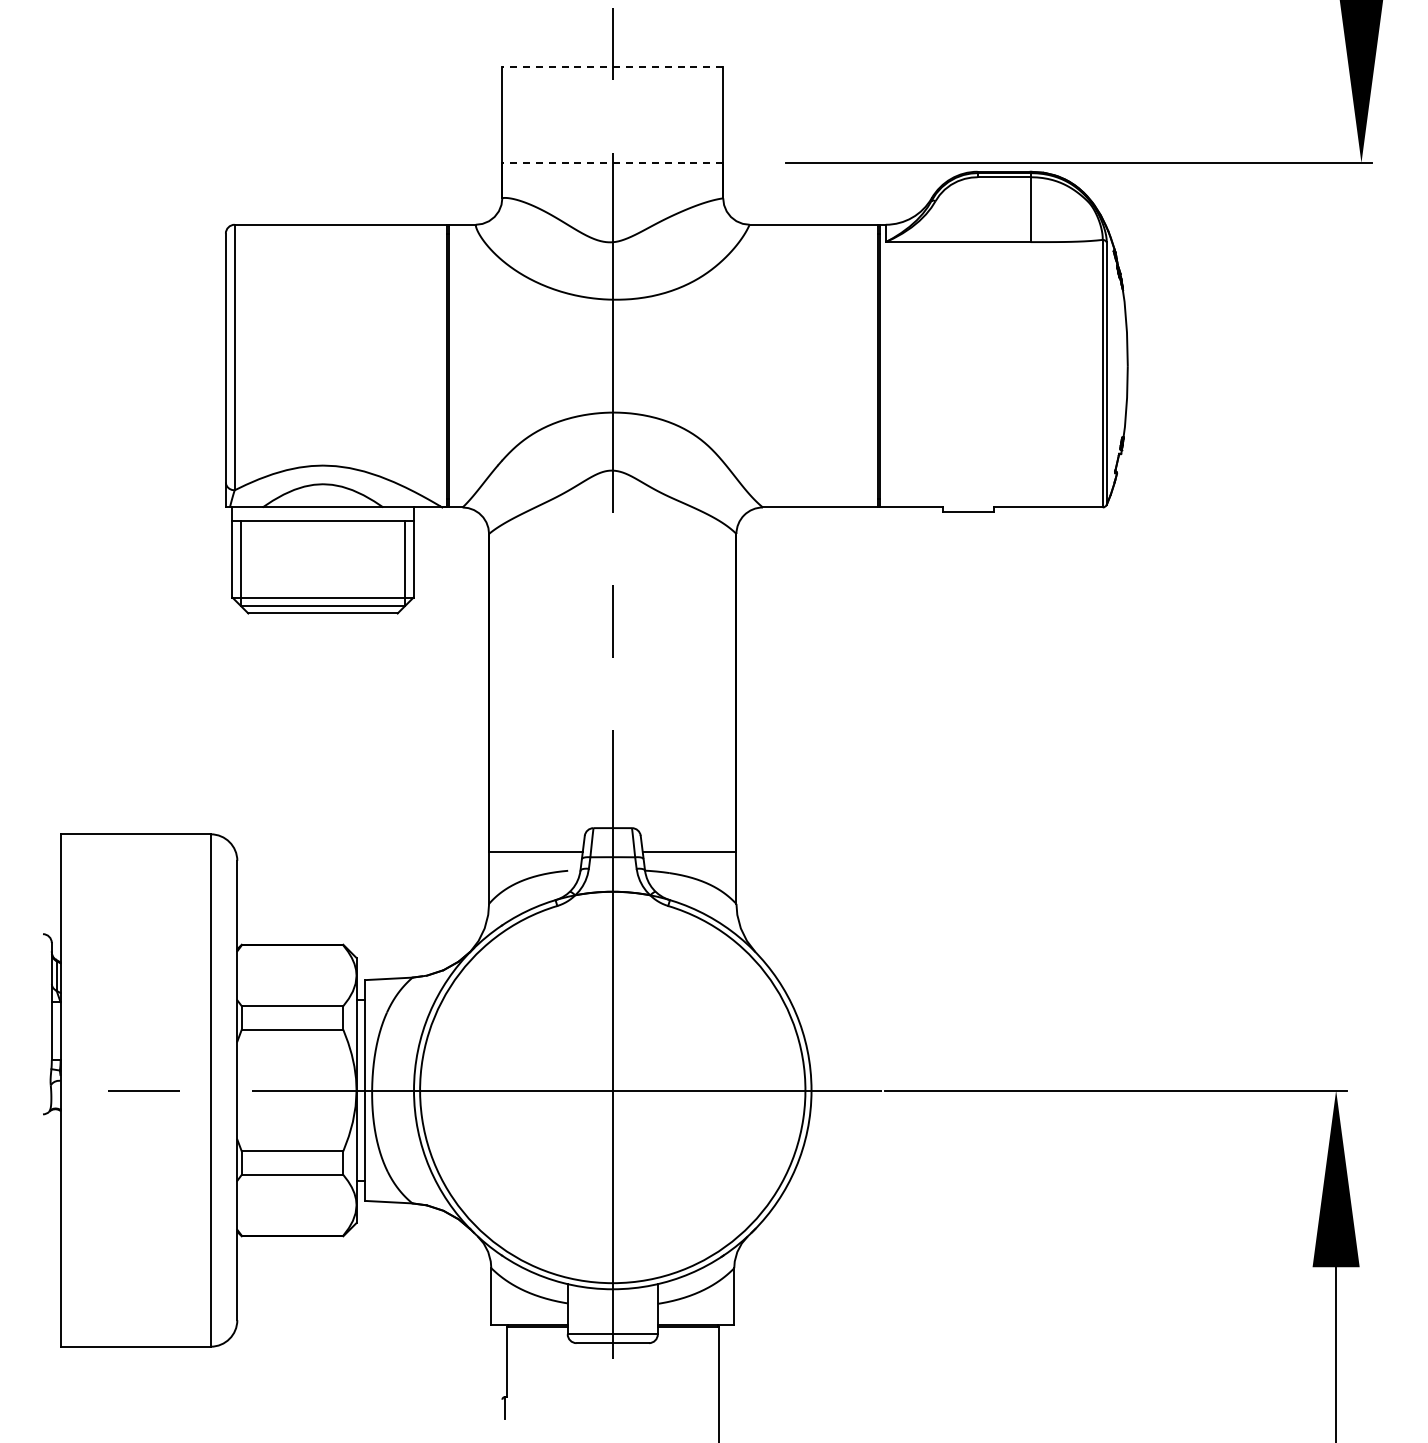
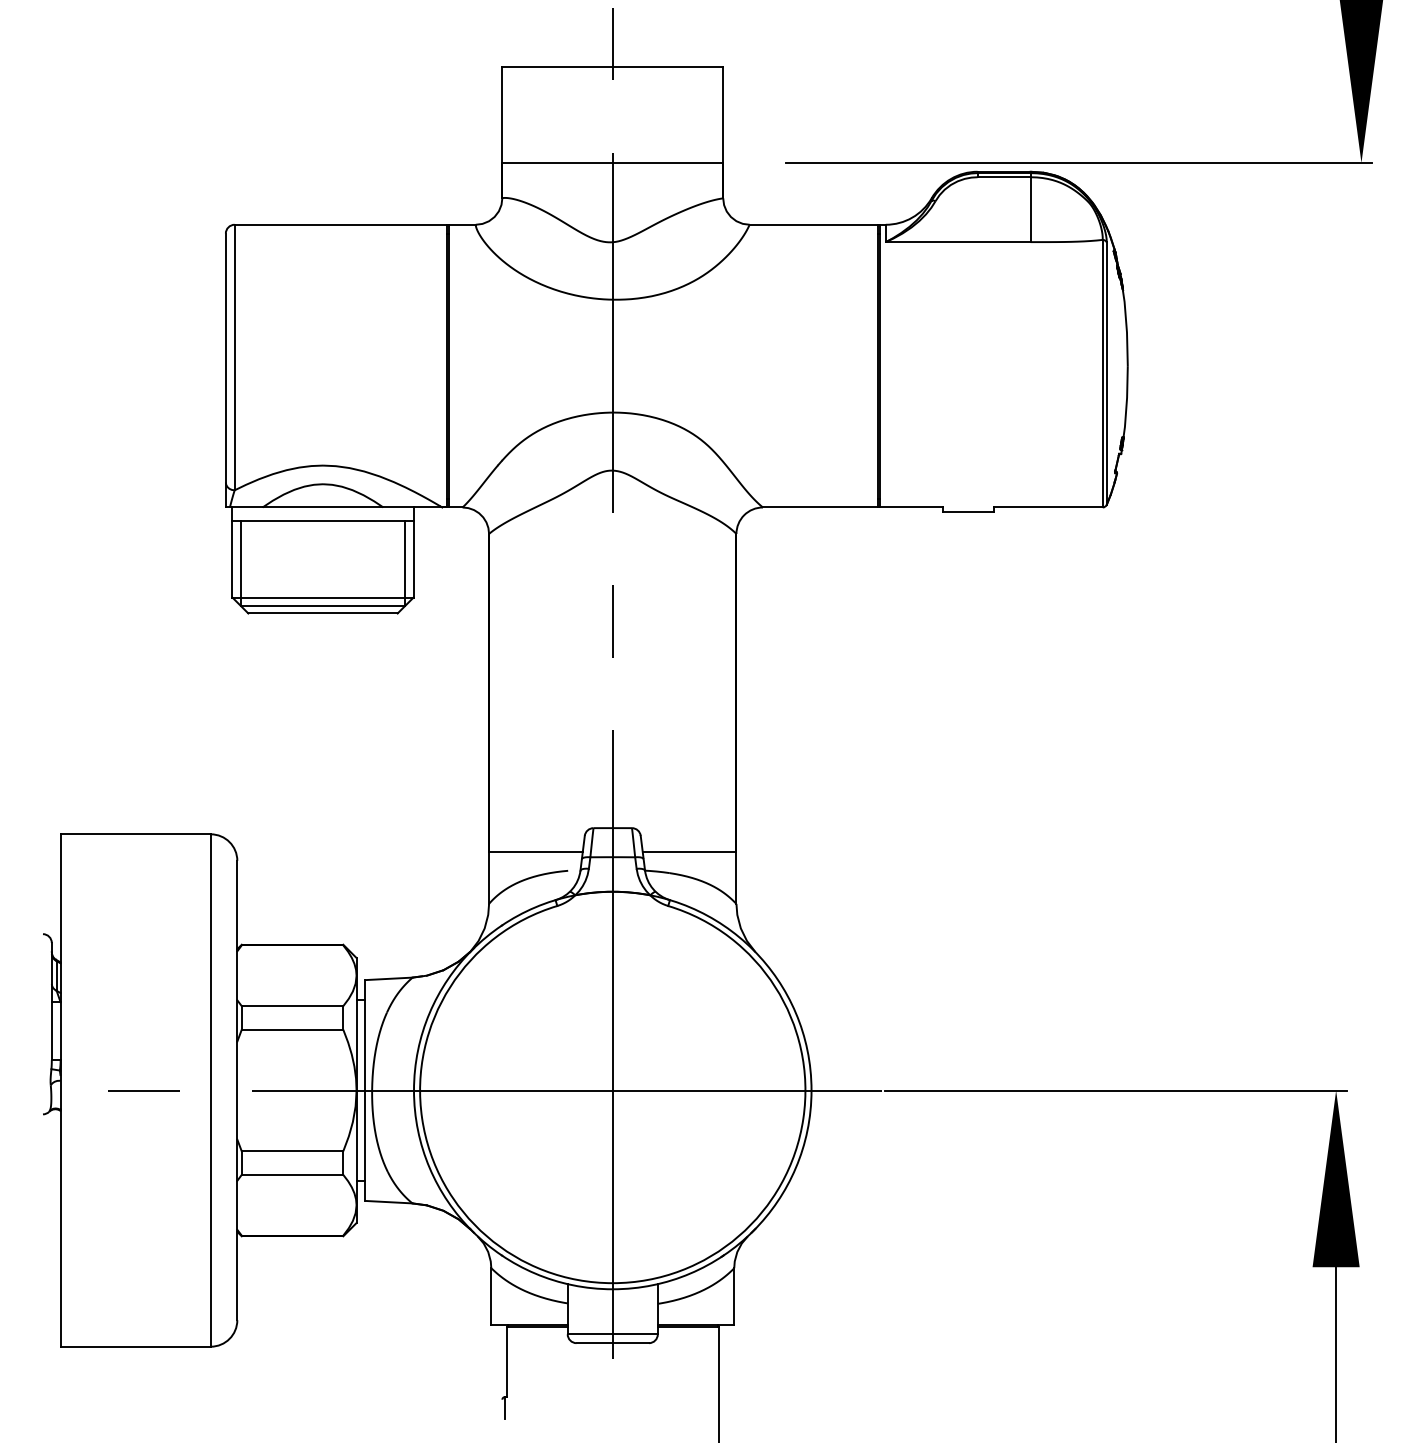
line at (612, 67): dashed -> solid
line at (612, 162): dashed -> solid
